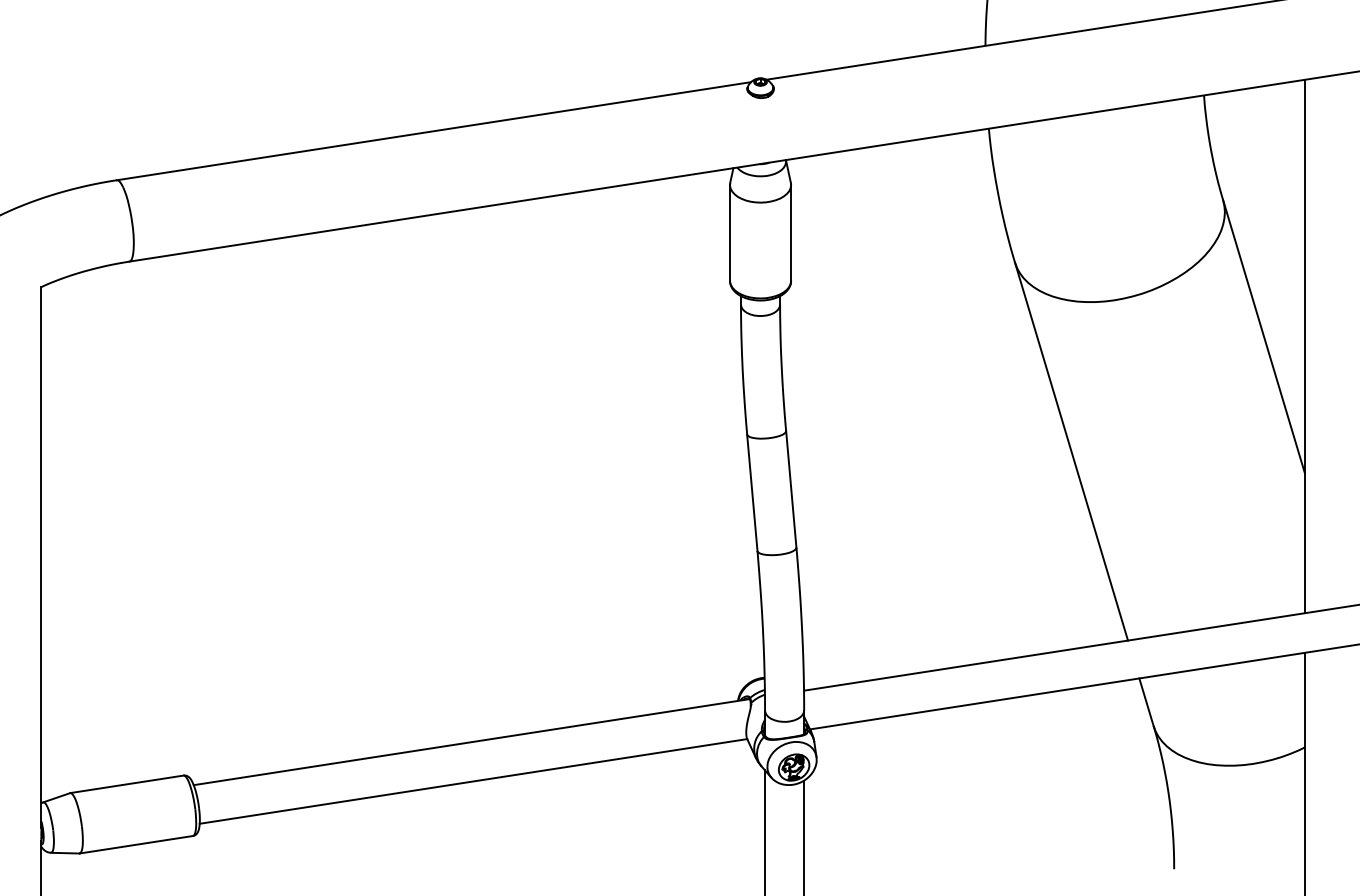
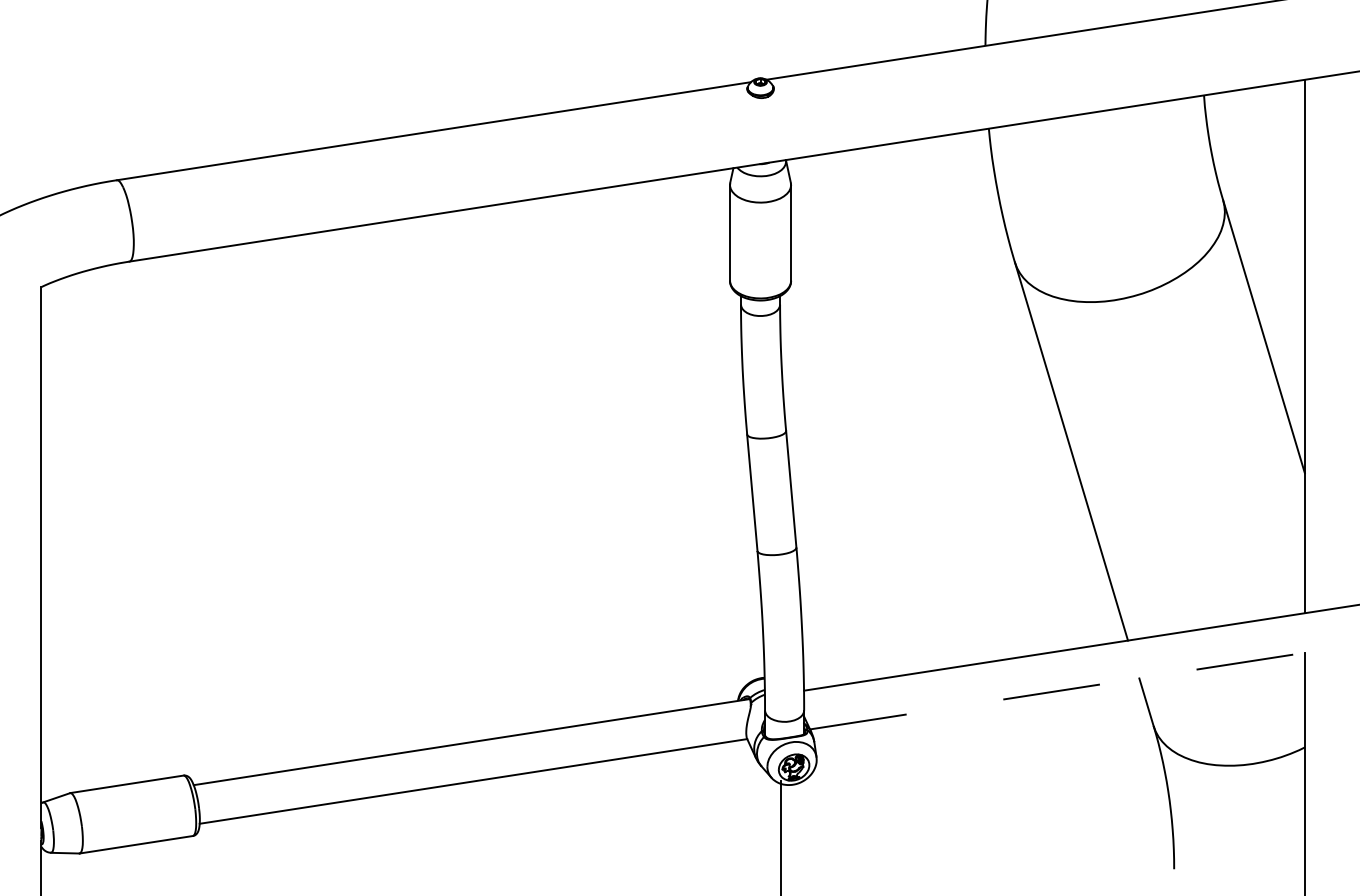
line at (1085, 686): solid -> dashed
line at (765, 831): present -> none
line at (804, 836) position: (804, 836) -> (781, 836)
